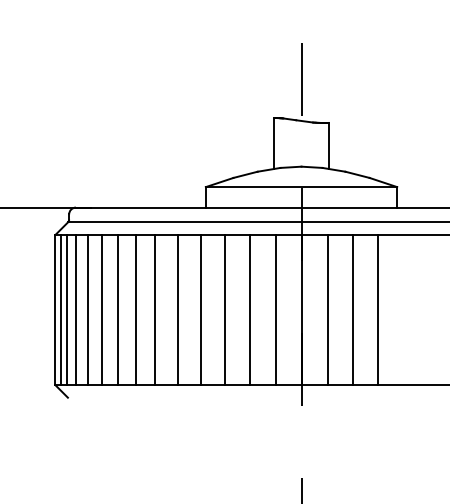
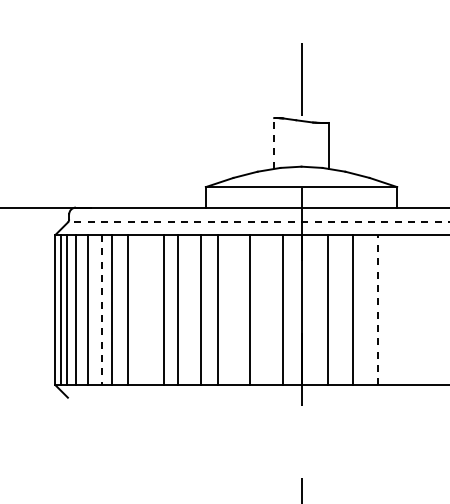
line at (274, 142): solid -> dashed
line at (258, 222): solid -> dashed
line at (117, 309) position: (117, 309) -> (111, 309)
line at (135, 309) position: (135, 309) -> (127, 309)
line at (155, 309) position: (155, 309) -> (164, 309)
line at (225, 309) position: (225, 309) -> (218, 309)
line at (275, 309) position: (275, 309) -> (282, 309)
line at (378, 309): solid -> dashed
line at (101, 310): solid -> dashed
